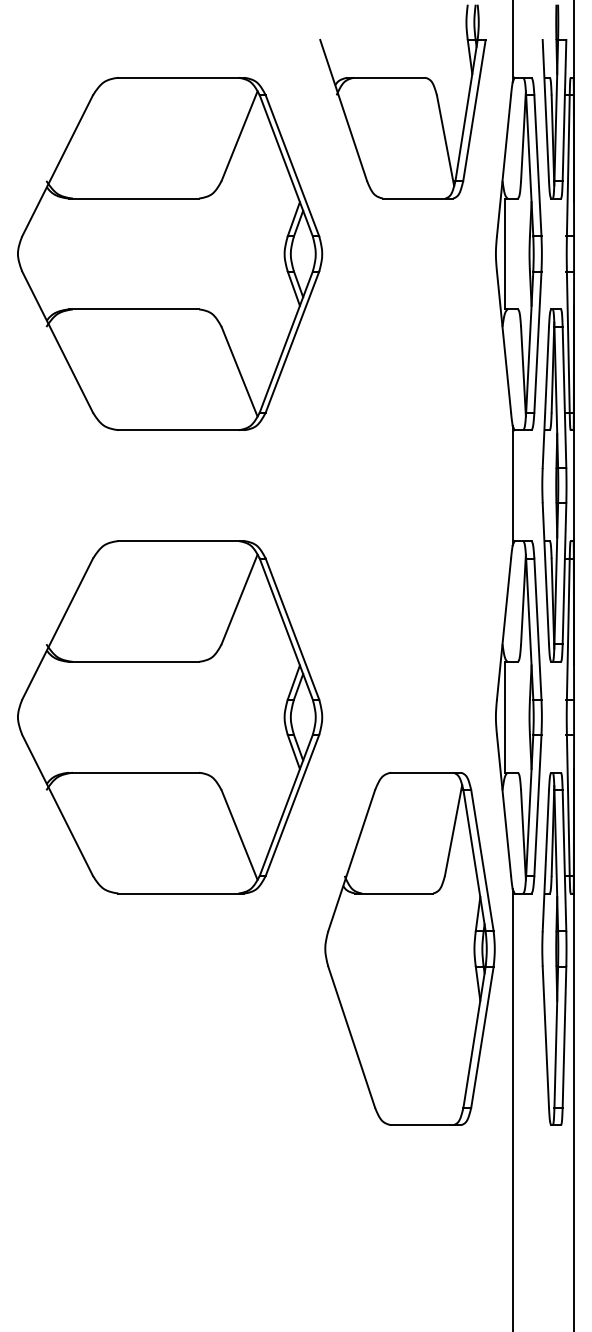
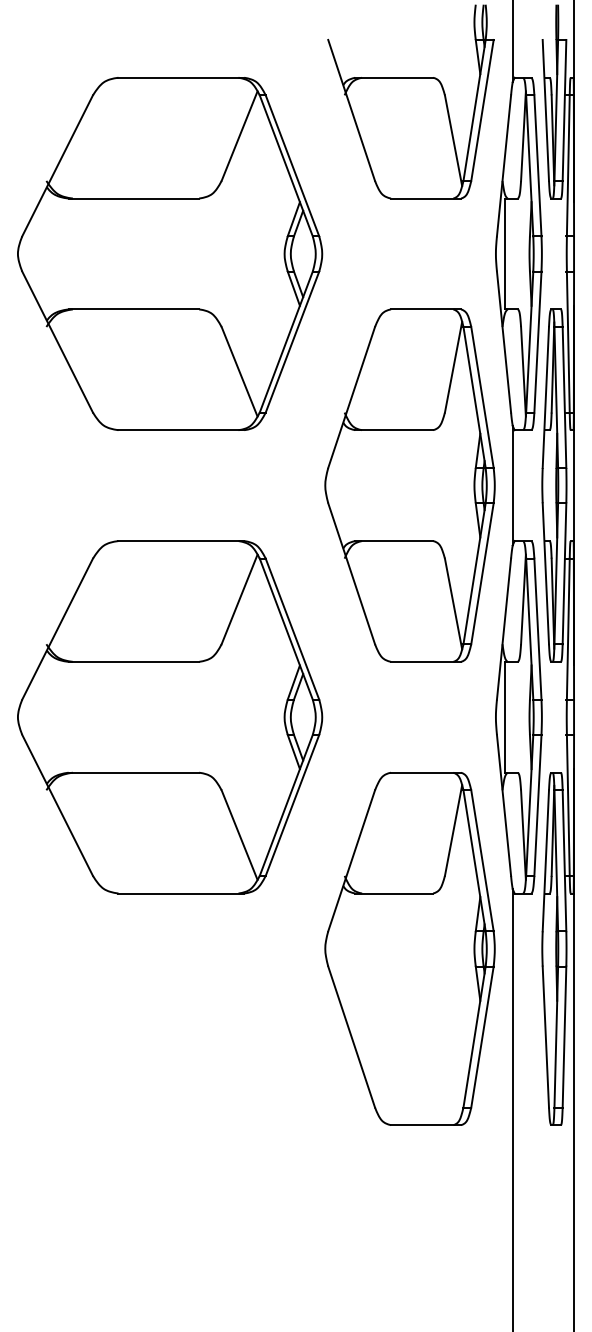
part at (402, 101) position: (402, 101) -> (410, 101)
part at (409, 485): none -> present
